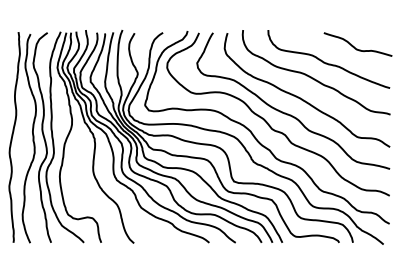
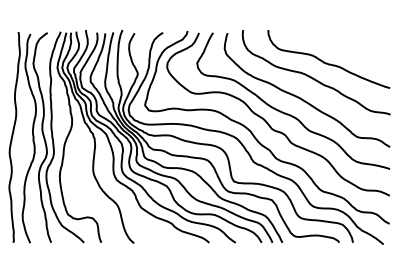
curve at (354, 46): present -> none
